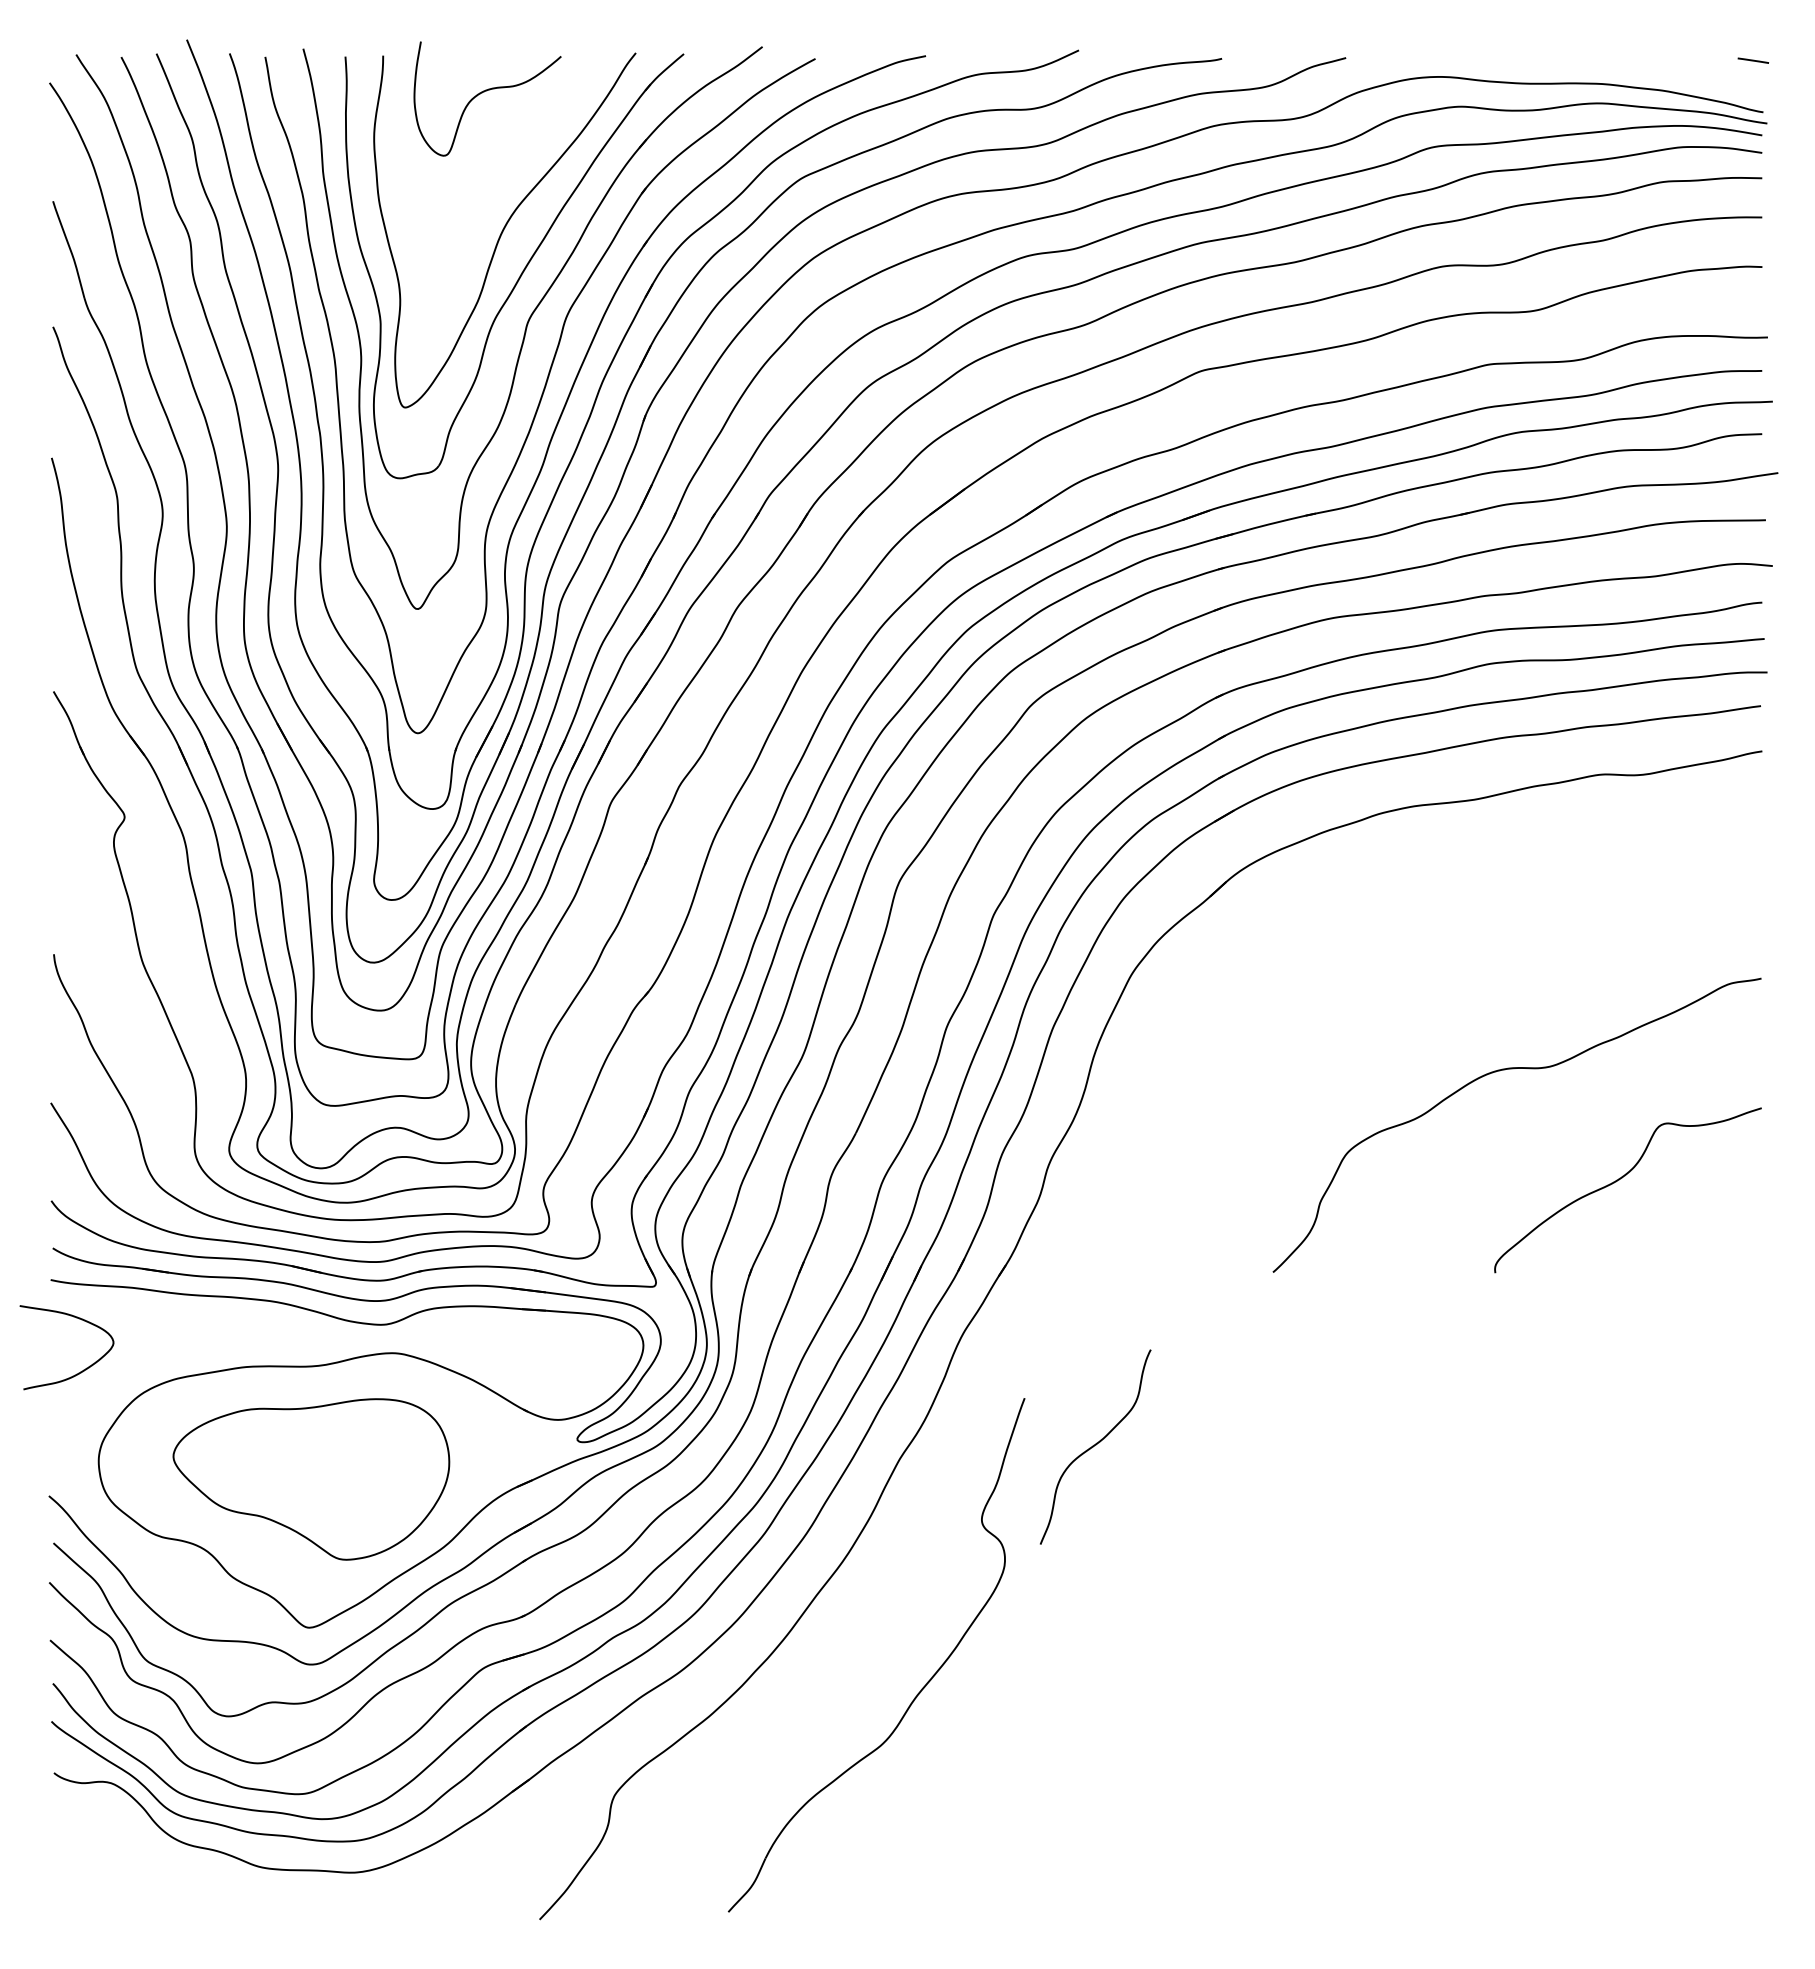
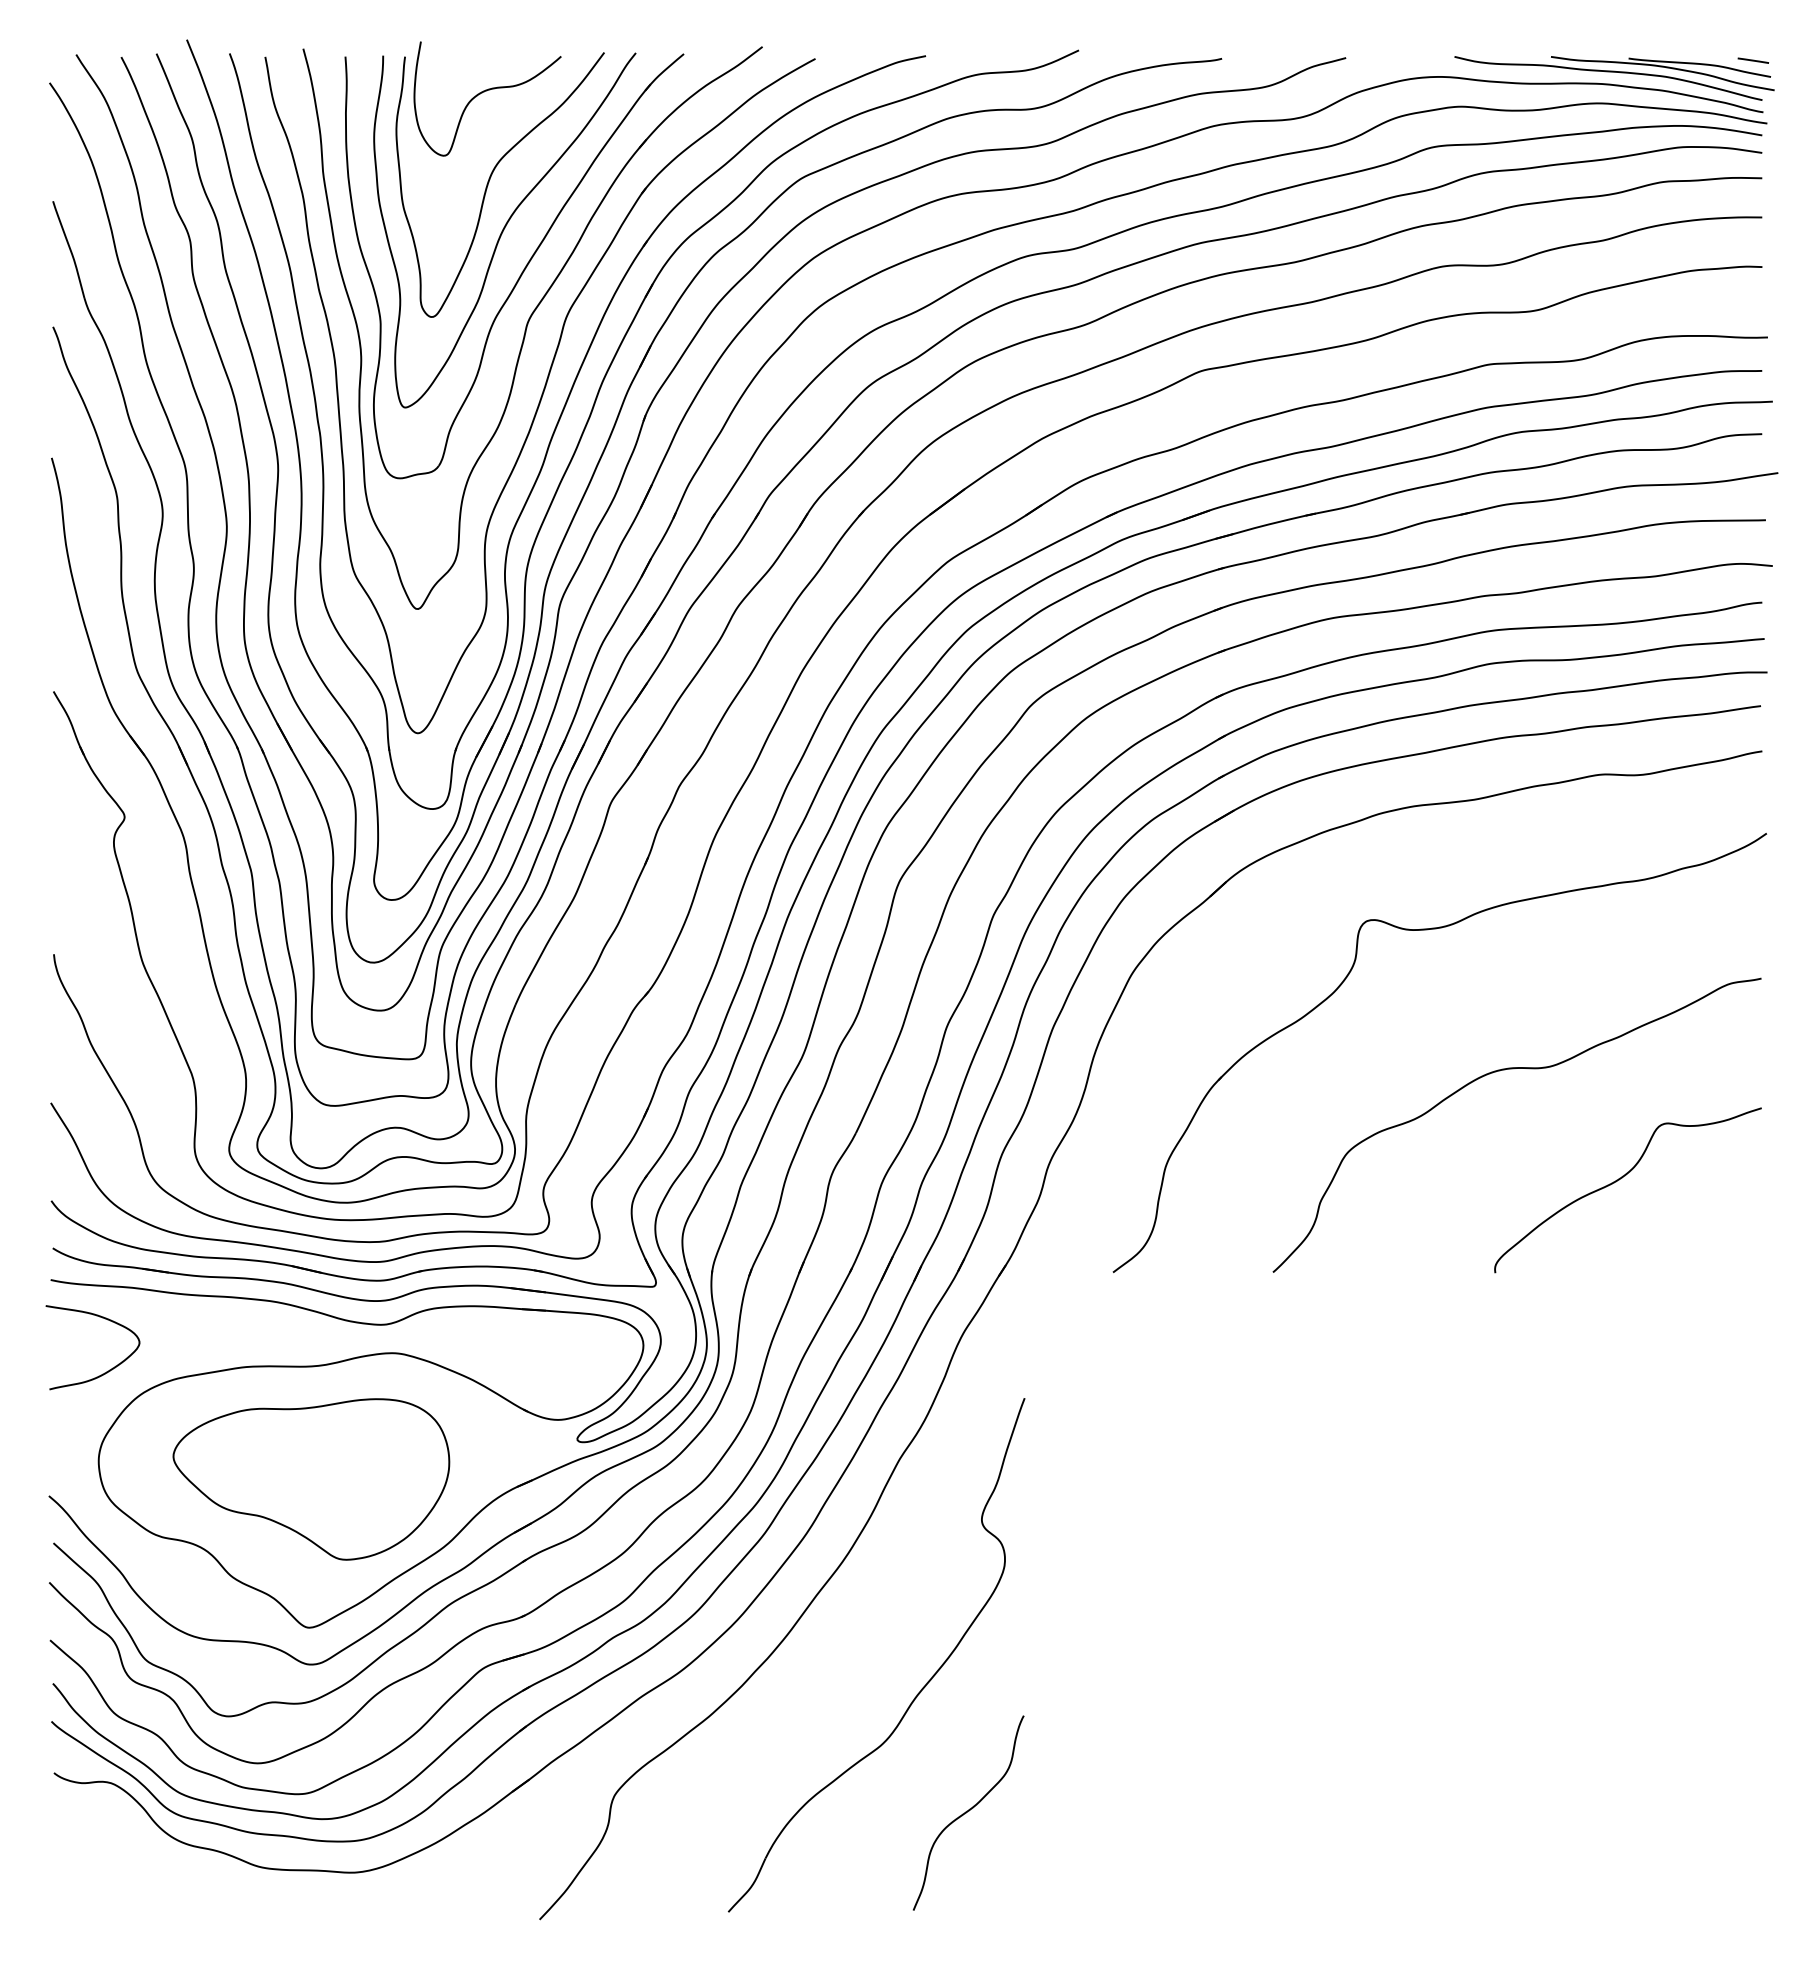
part at (1614, 78): none -> present
curve at (489, 182): none -> present
part at (1345, 980): none -> present
curve at (78, 1372) position: (78, 1372) -> (104, 1372)
curve at (1095, 1445) position: (1095, 1445) -> (968, 1811)
